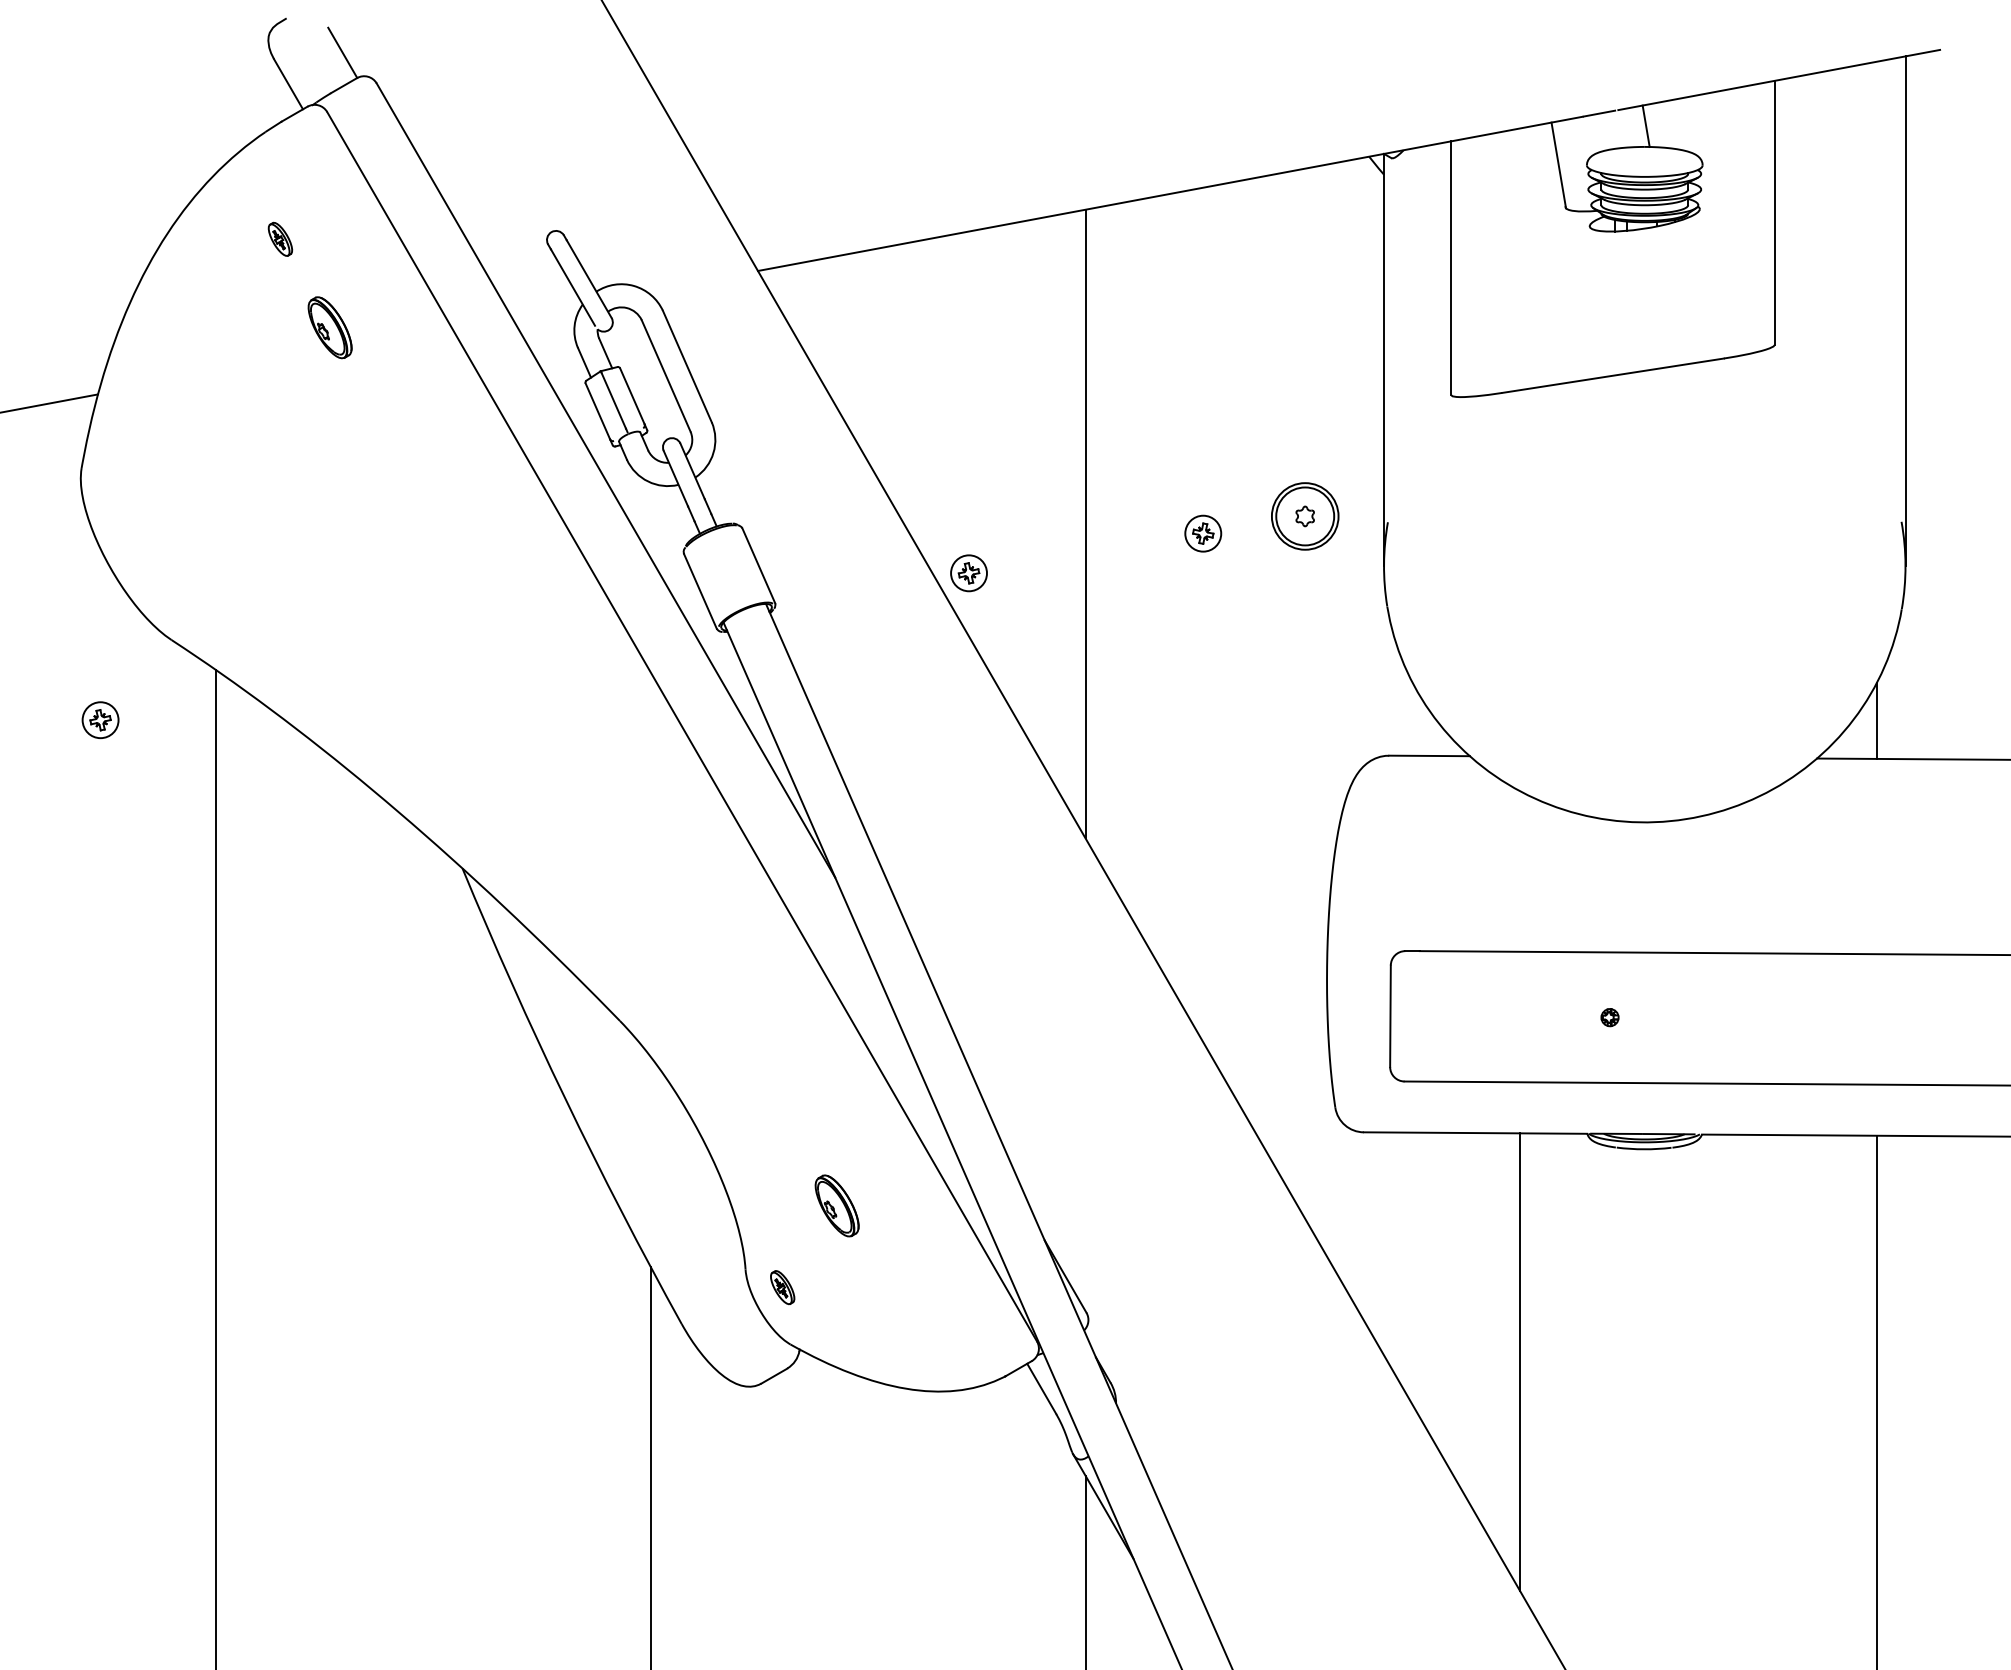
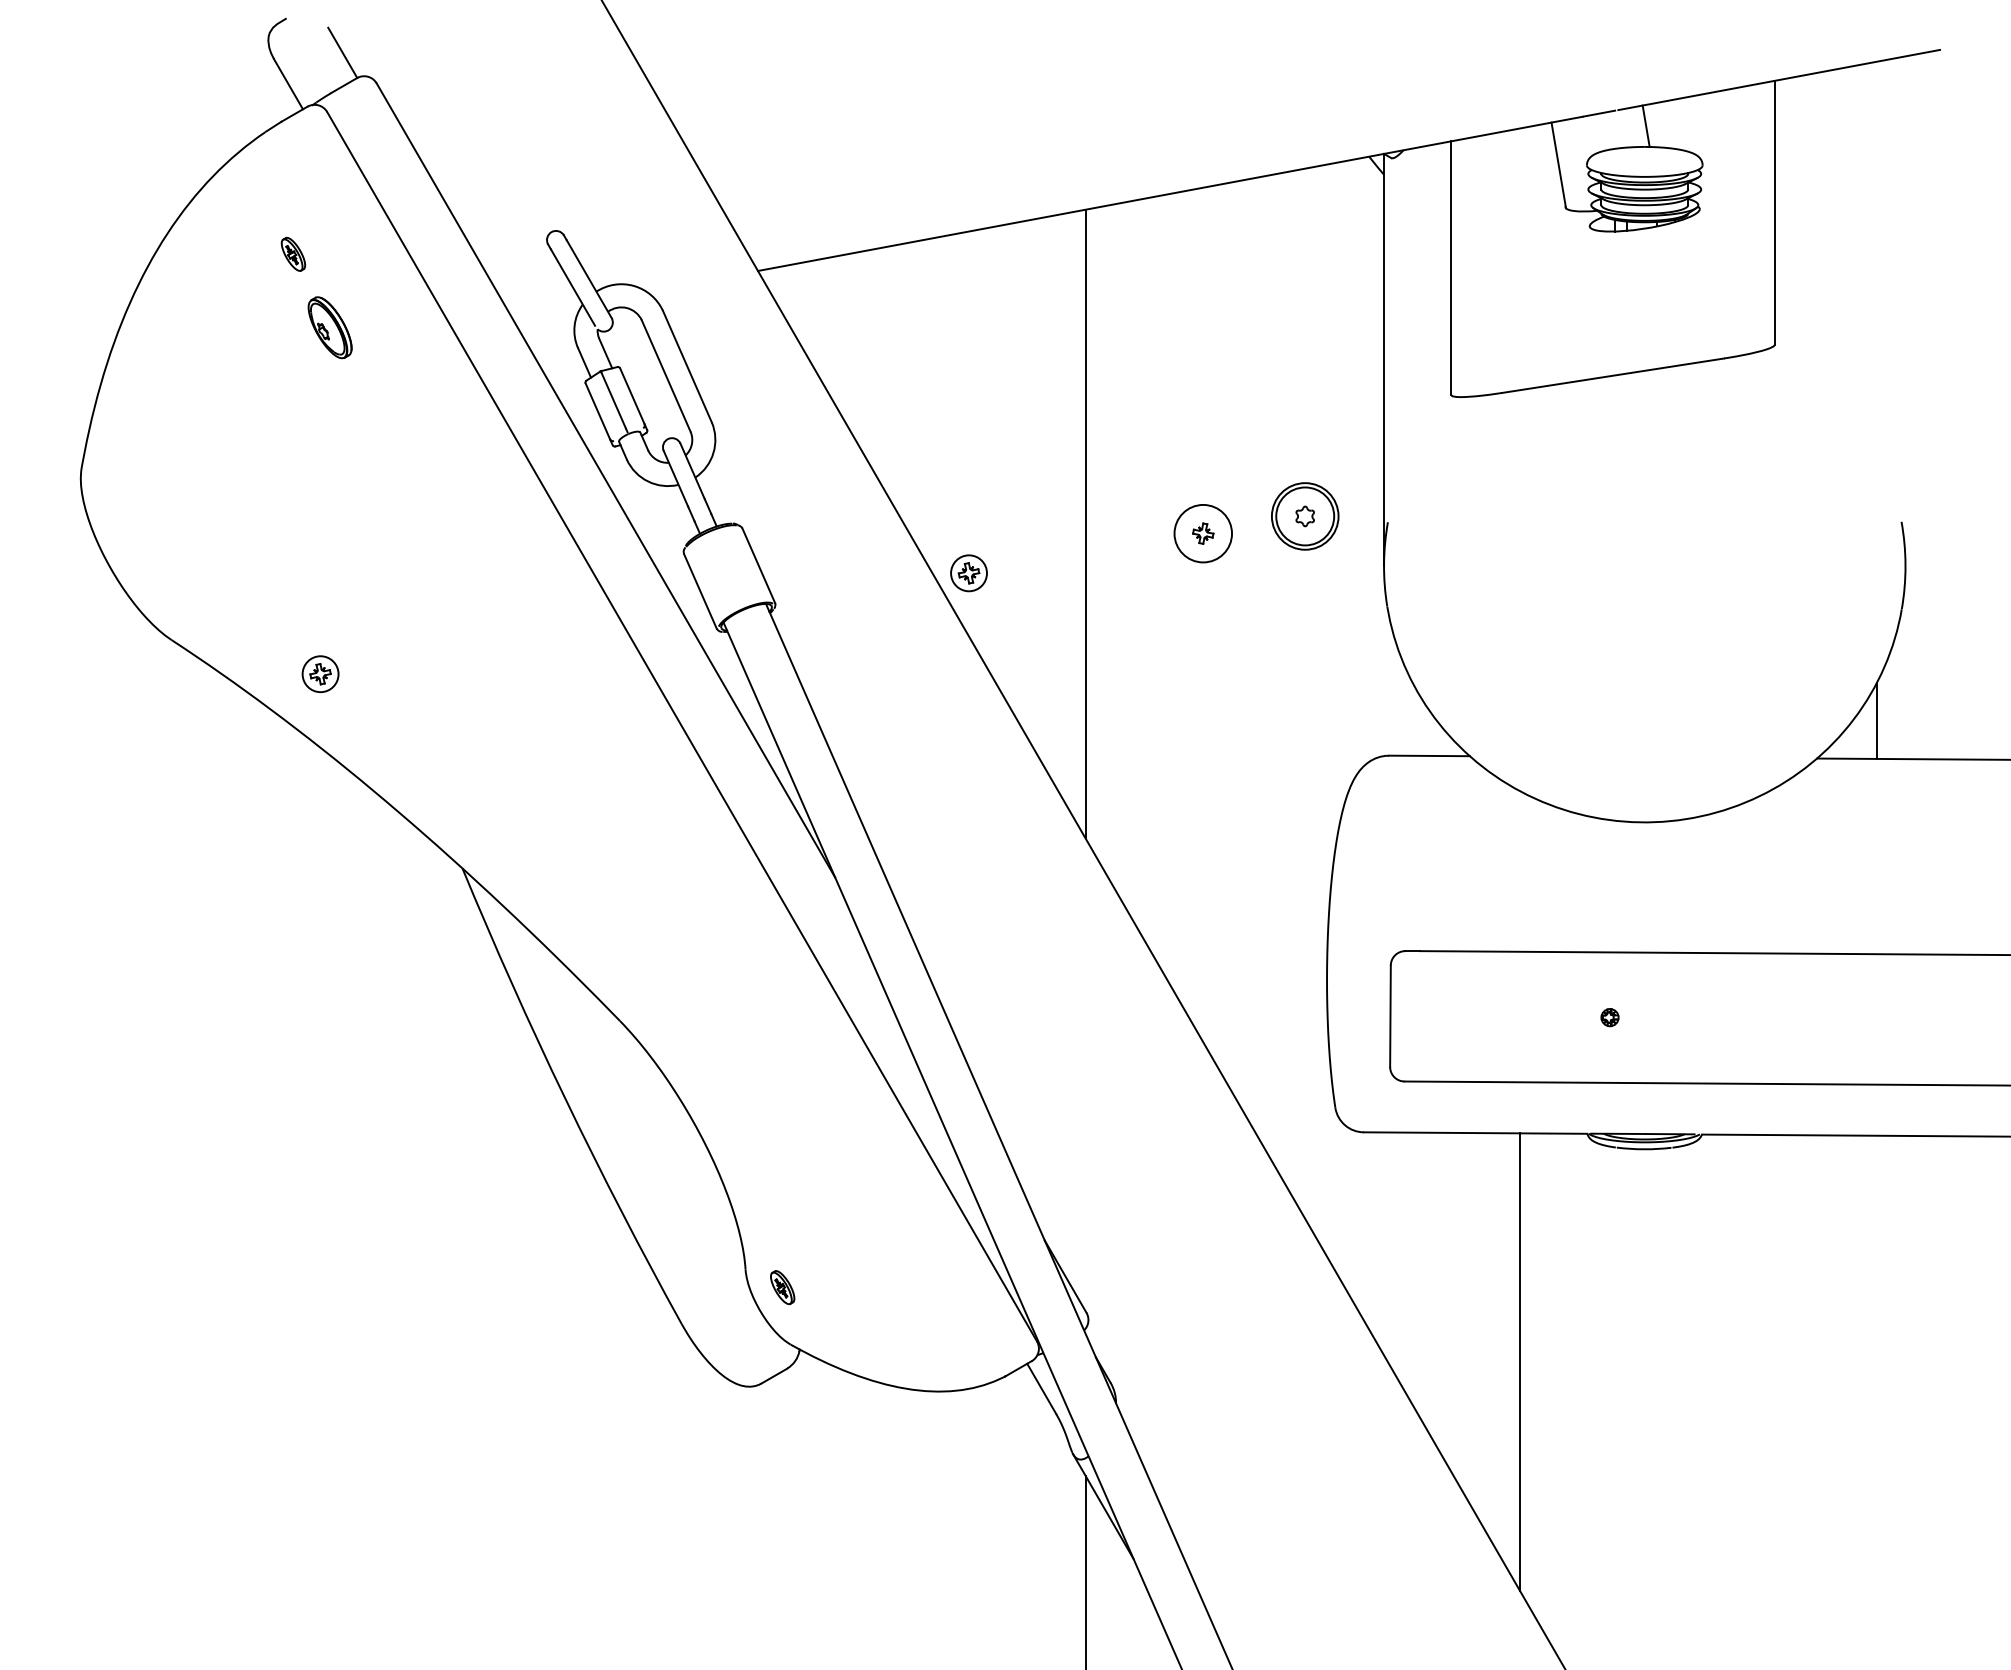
part at (280, 238) position: (280, 238) -> (293, 253)
line at (1905, 311): present -> none
line at (49, 403): present -> none
circle at (1203, 533) diameter: 36 px -> 57 px
part at (100, 720) position: (100, 720) -> (320, 674)
line at (216, 1168): present -> none
part at (836, 1205): present -> none
line at (1876, 1400): present -> none
line at (651, 1466): present -> none
